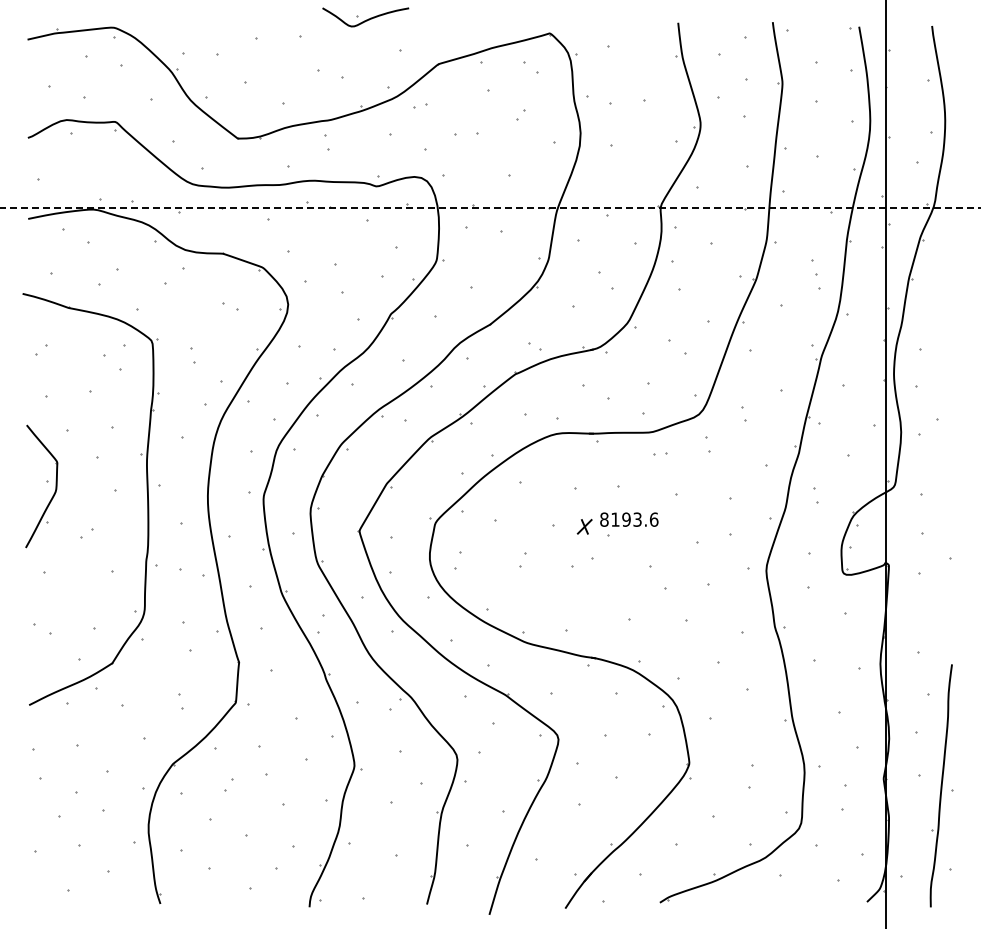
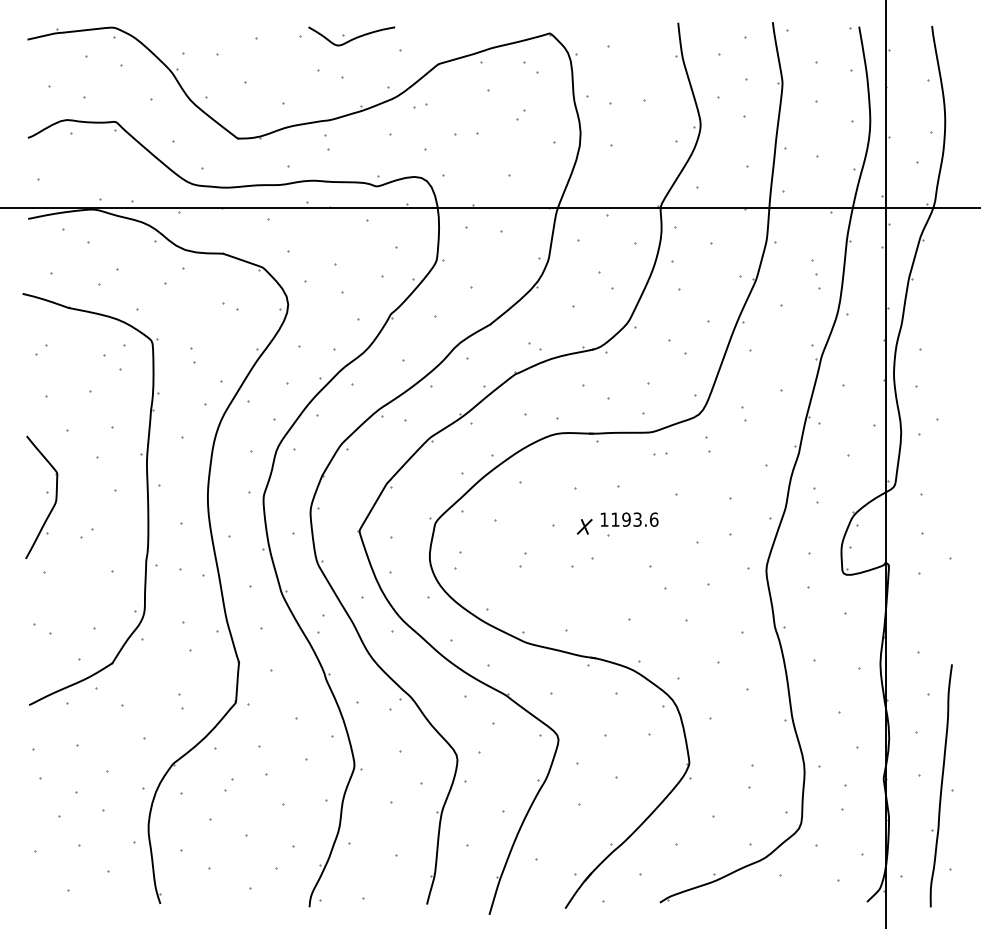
part at (365, 17) position: (365, 17) -> (351, 36)
line at (490, 207): dashed -> solid
part at (46, 481) position: (46, 481) -> (46, 492)
text at (604, 519): 8193.6 -> 1193.6
